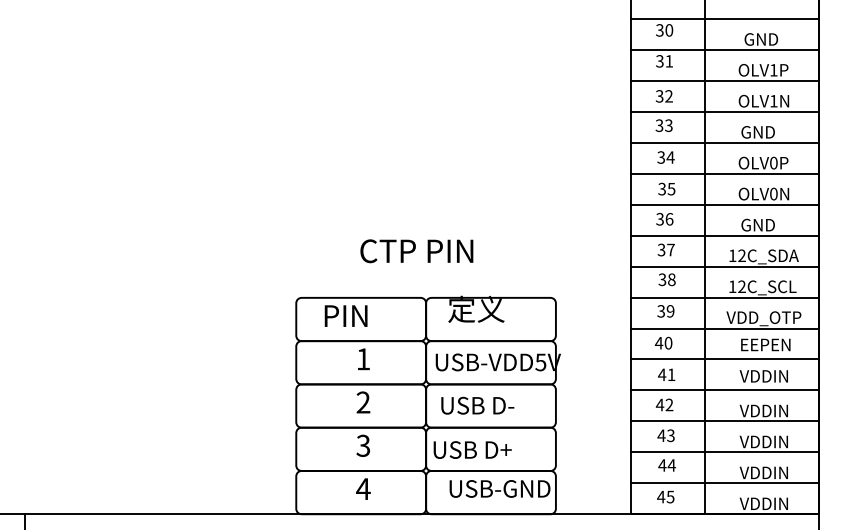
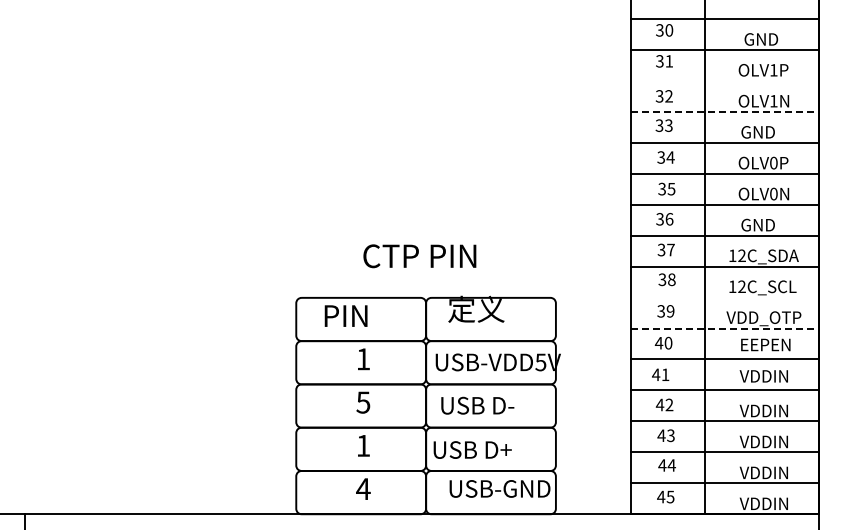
line at (724, 80): present -> none
line at (725, 111): solid -> dashed
text at (416, 251) position: (416, 251) -> (419, 256)
line at (724, 297): present -> none
line at (725, 328): solid -> dashed
text at (666, 374) position: (666, 374) -> (660, 374)
text at (363, 402): 2 -> 5
text at (362, 445): 3 -> 1
